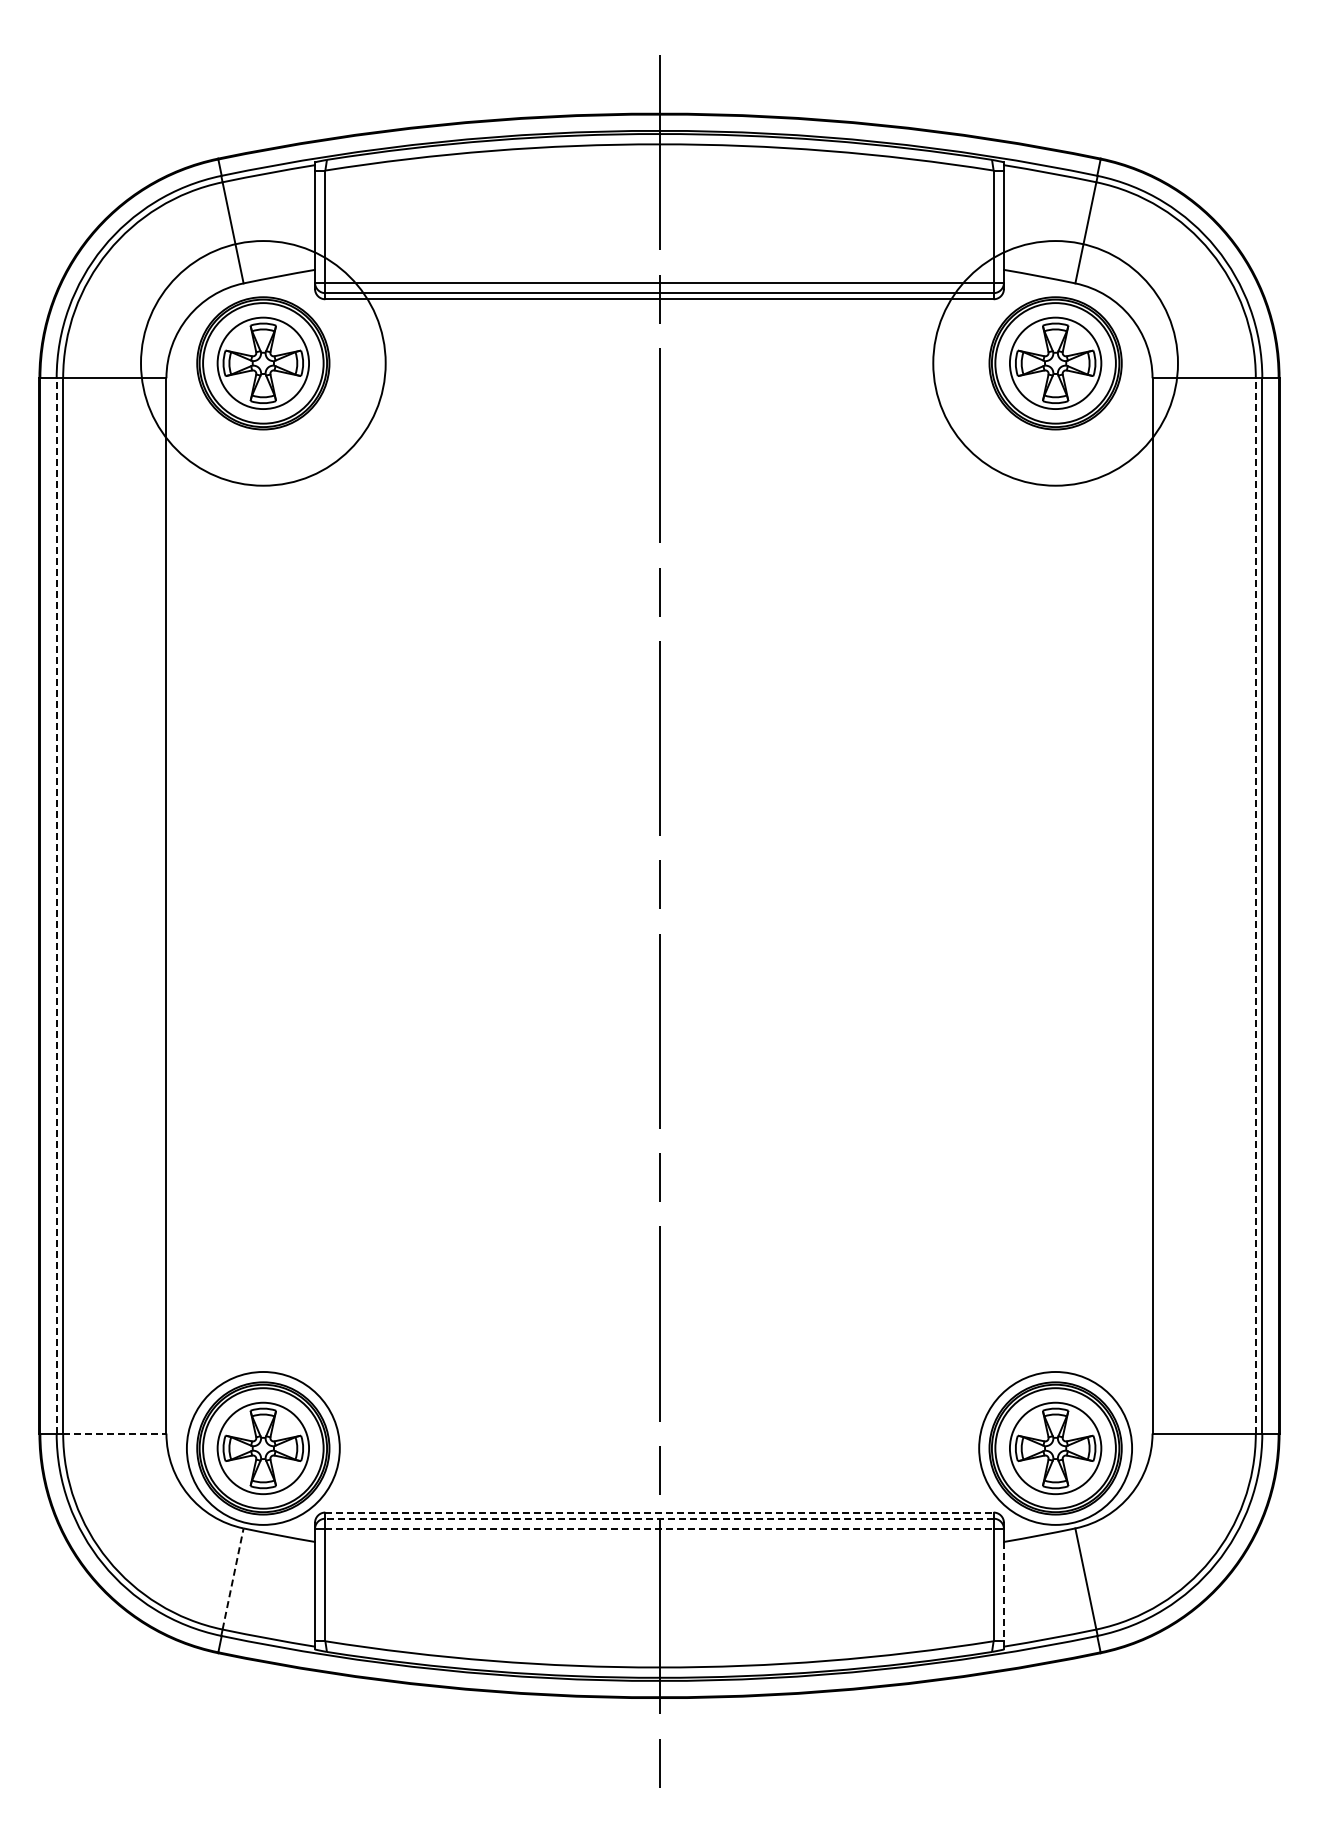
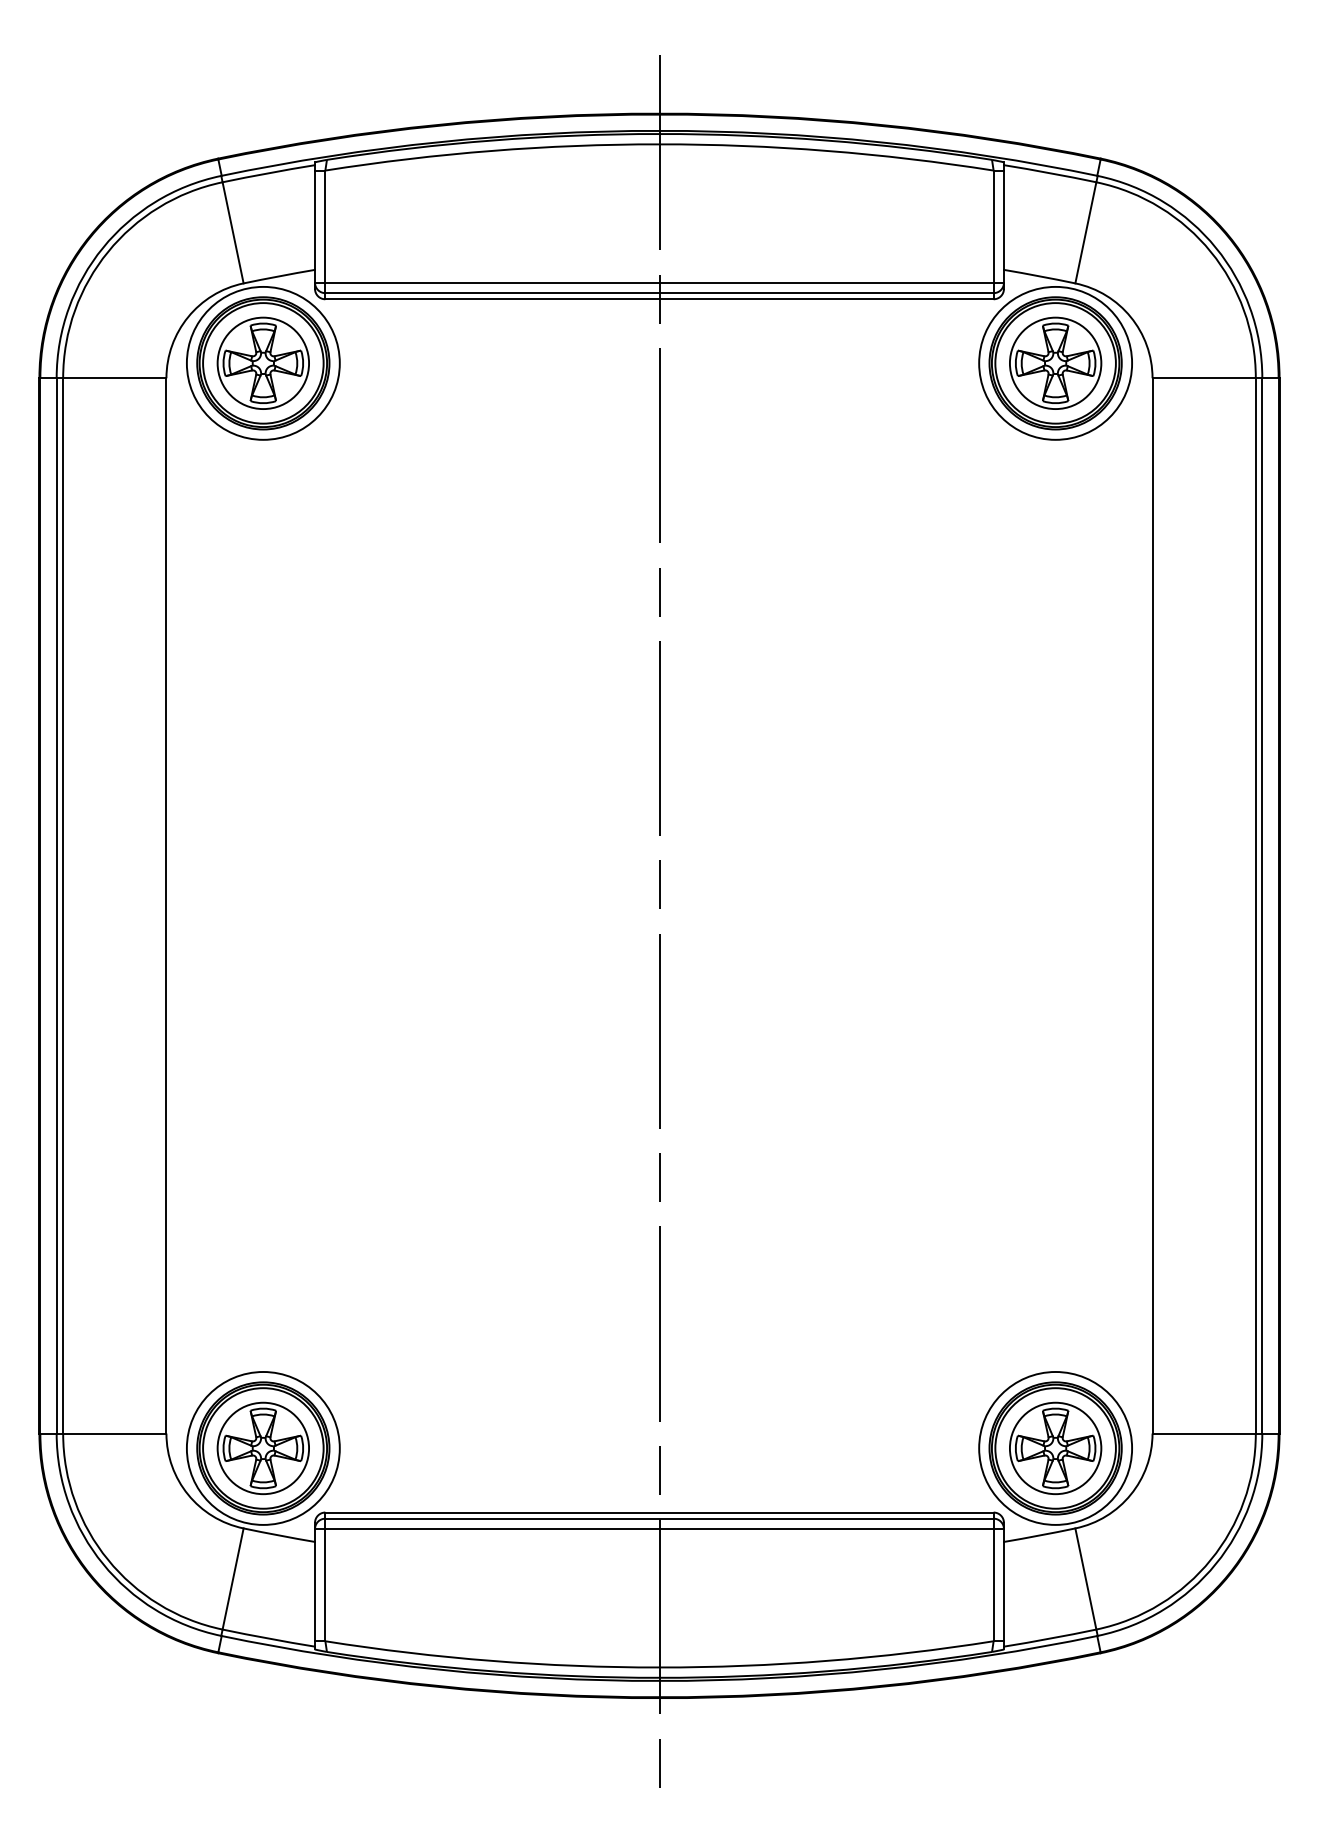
circle at (263, 363) diameter: 245 px -> 153 px
circle at (1055, 363) diameter: 245 px -> 153 px
line at (56, 905): dashed -> solid
line at (1255, 905): dashed -> solid
line at (114, 1433): dashed -> solid
line at (659, 1512): dashed -> solid
line at (659, 1518): dashed -> solid
line at (659, 1529): dashed -> solid
line at (233, 1578): dashed -> solid
line at (1003, 1594): dashed -> solid
